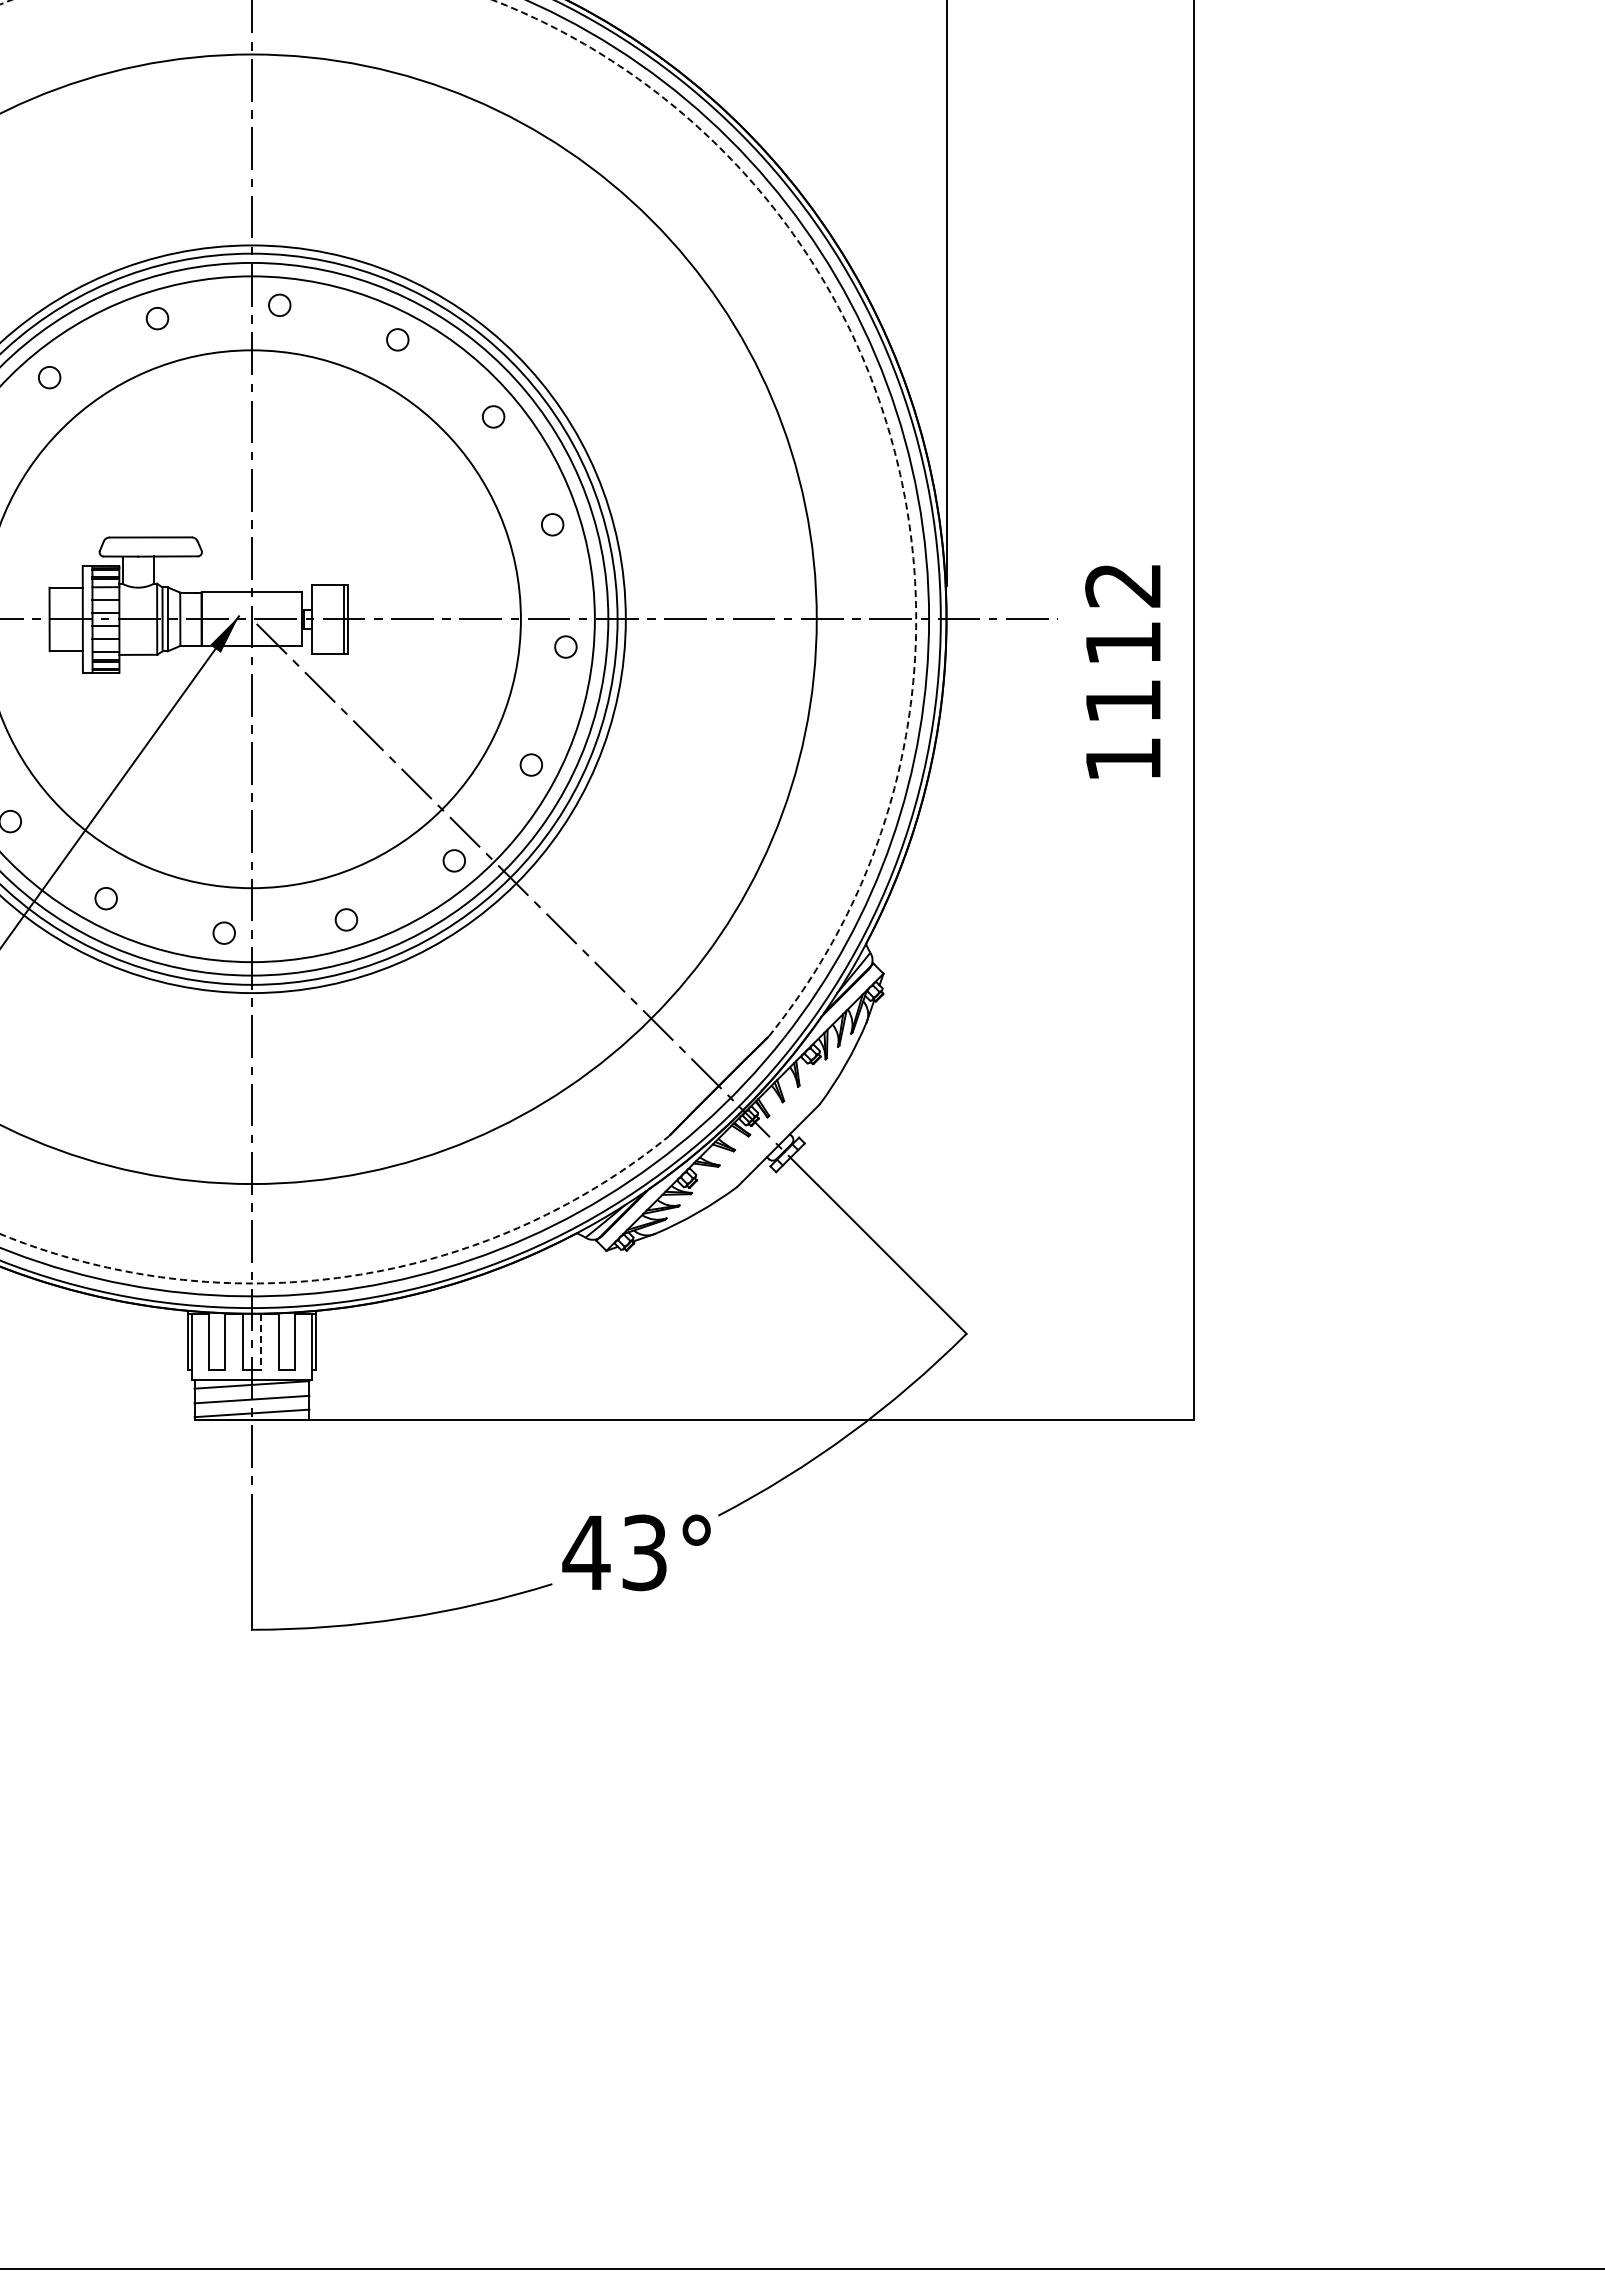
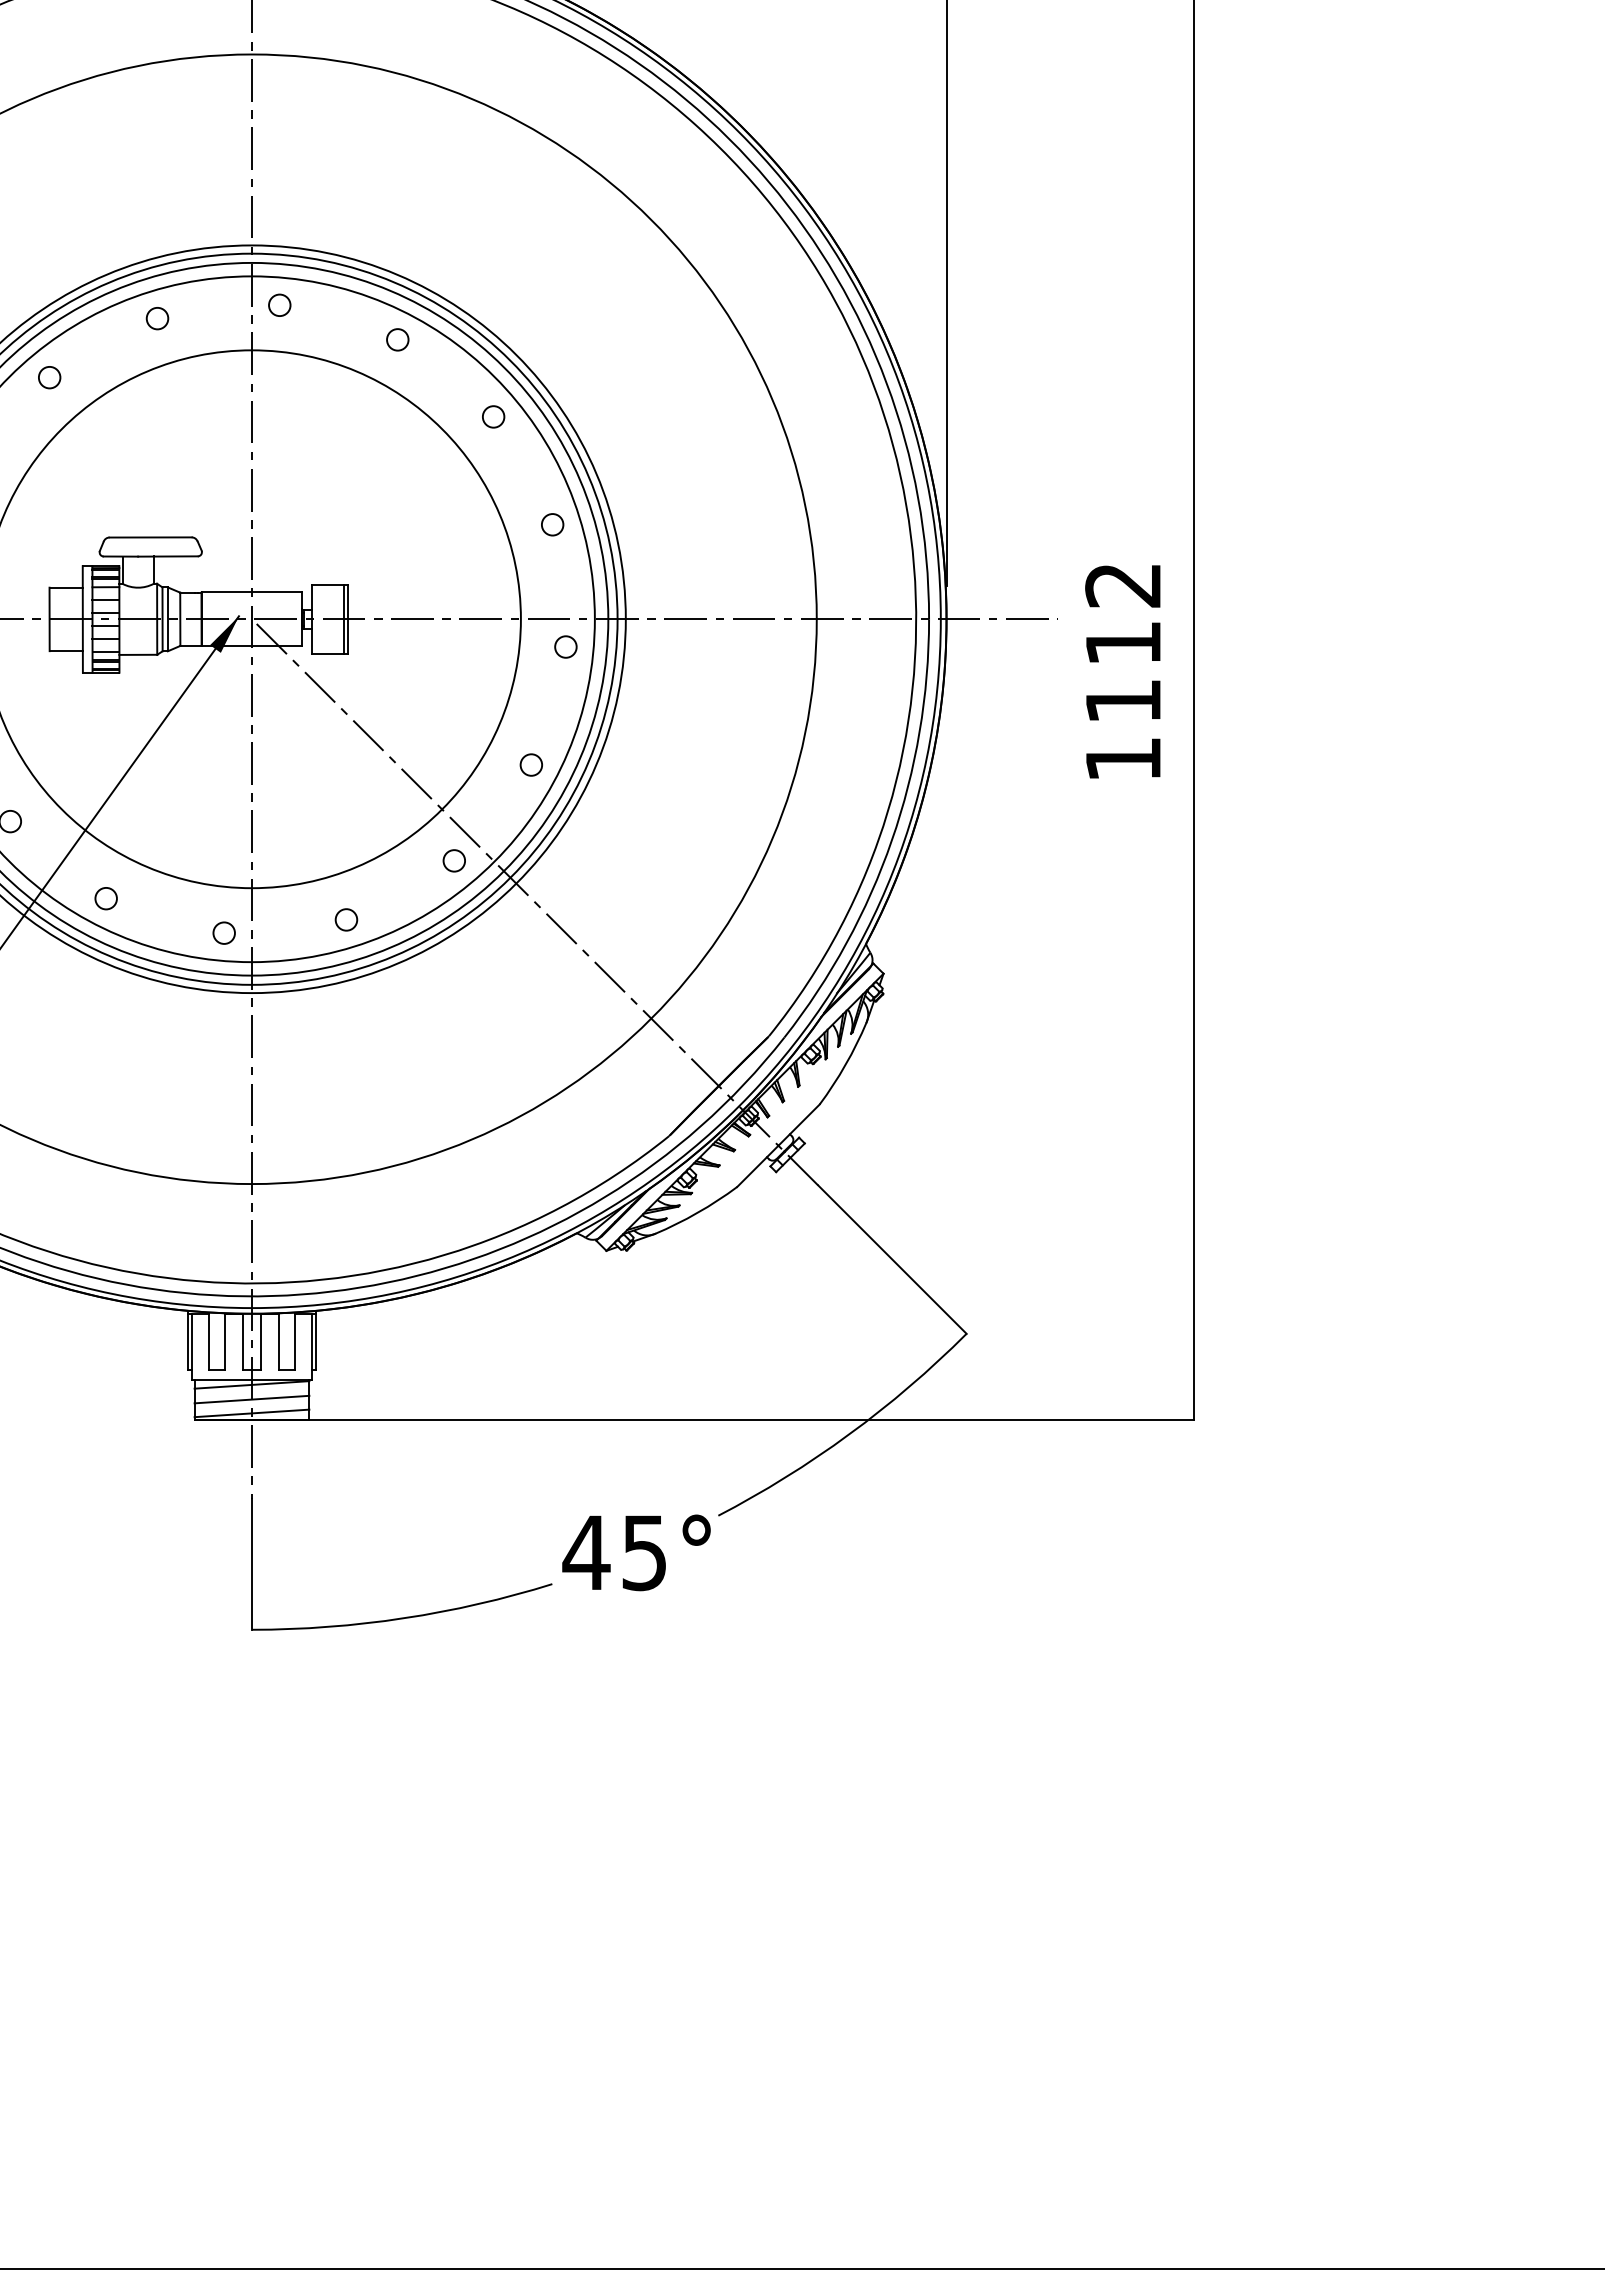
arc at (712, 140): dashed -> solid
line at (260, 1342): dashed -> solid
text at (644, 1552): 43° -> 45°
